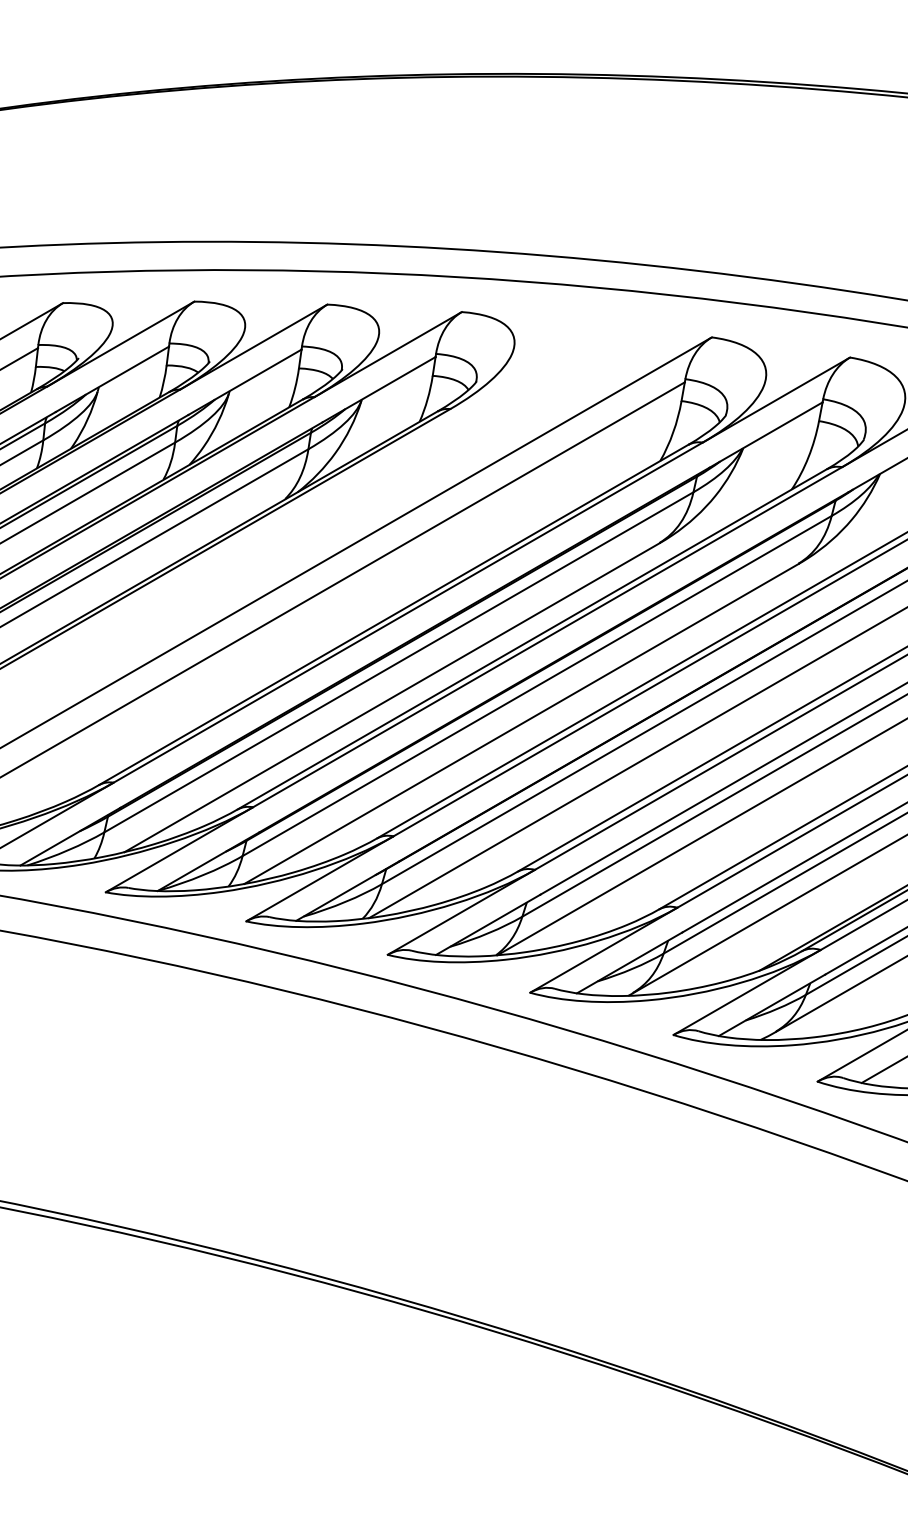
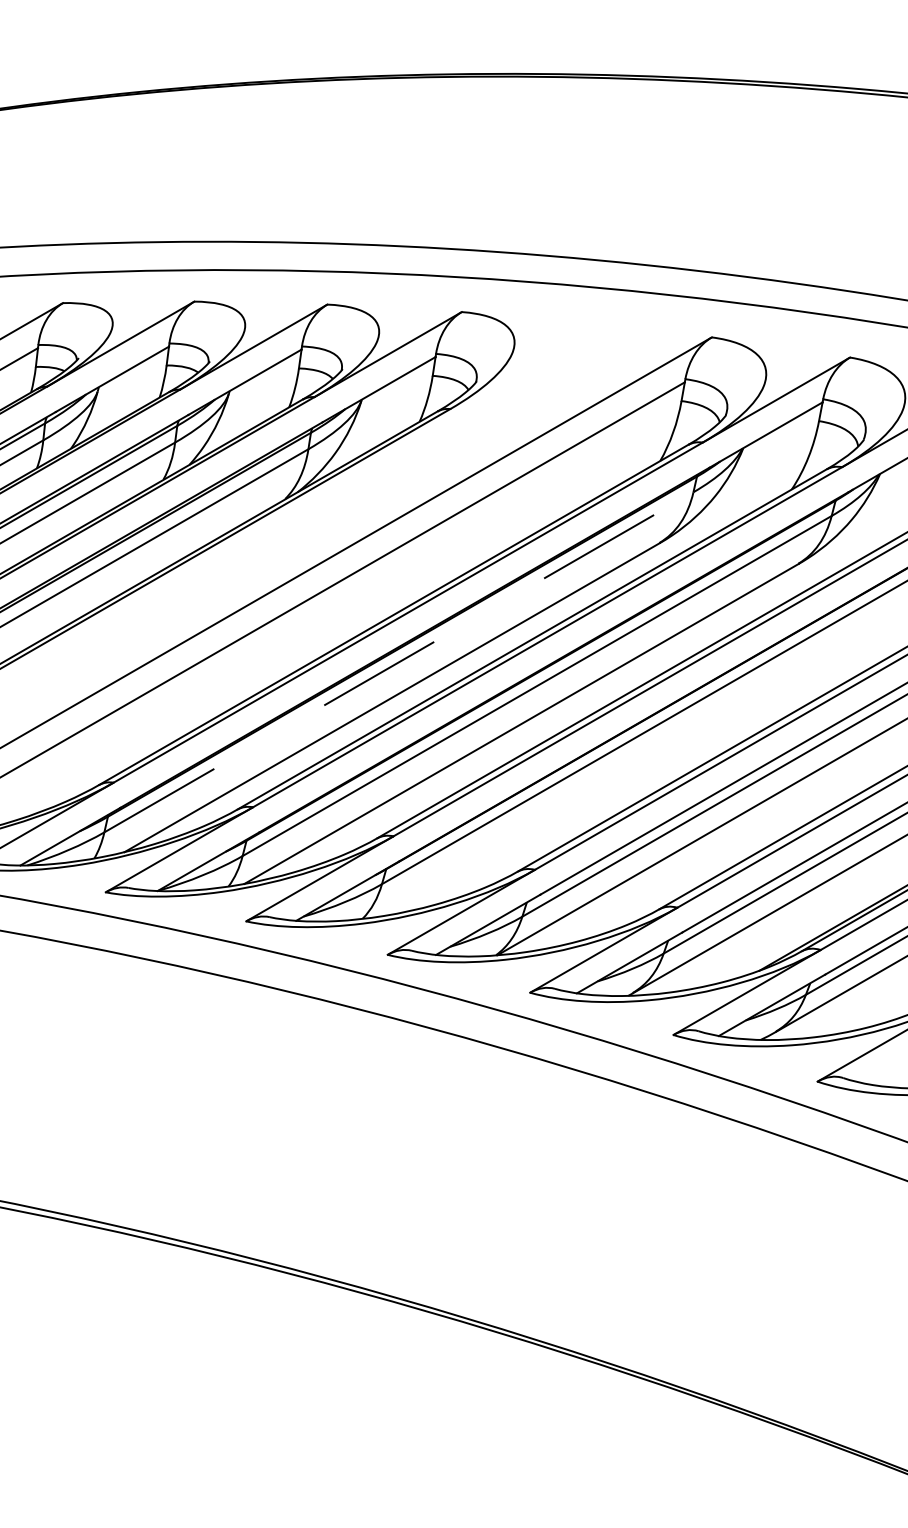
line at (399, 662): solid -> dashed
line at (636, 763): present -> none
line at (882, 1070): present -> none
